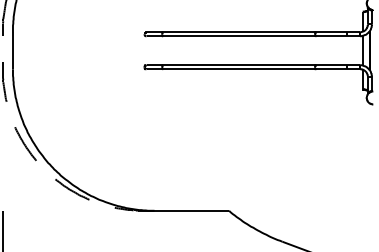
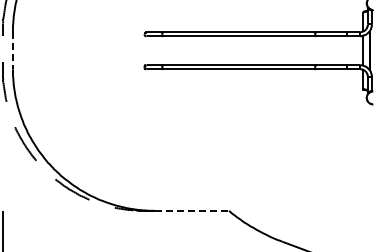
line at (12, 51): solid -> dashed
line at (192, 210): solid -> dashed
